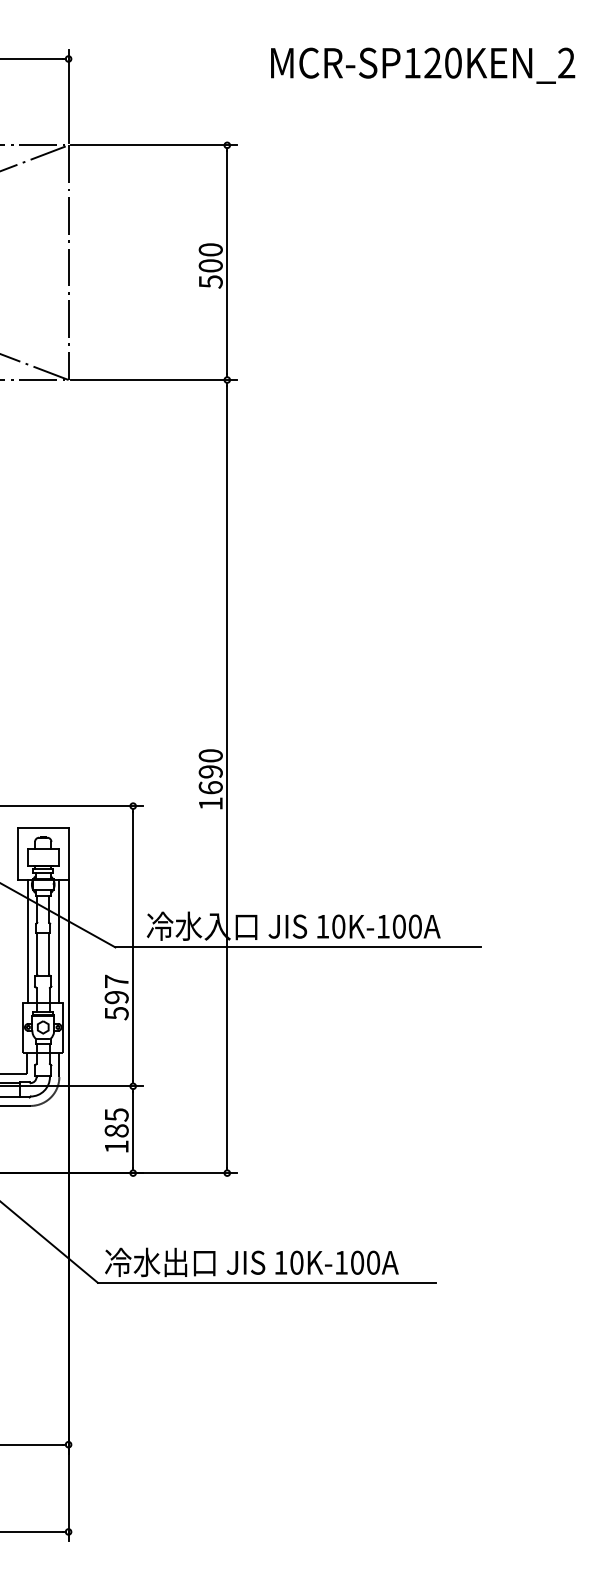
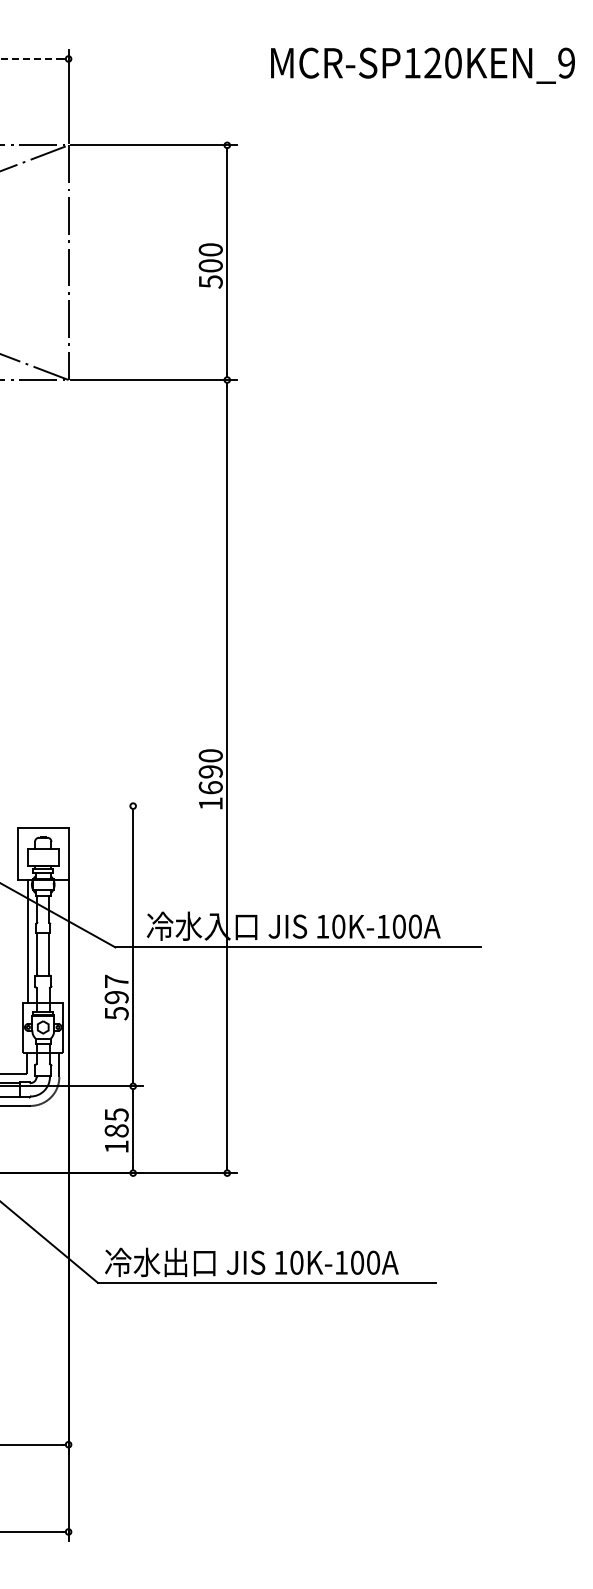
line at (31, 58): solid -> dashed
text at (566, 63): MCR-SP120KEN_2 -> MCR-SP120KEN_9
line at (72, 806): present -> none
line at (58, 941): present -> none
